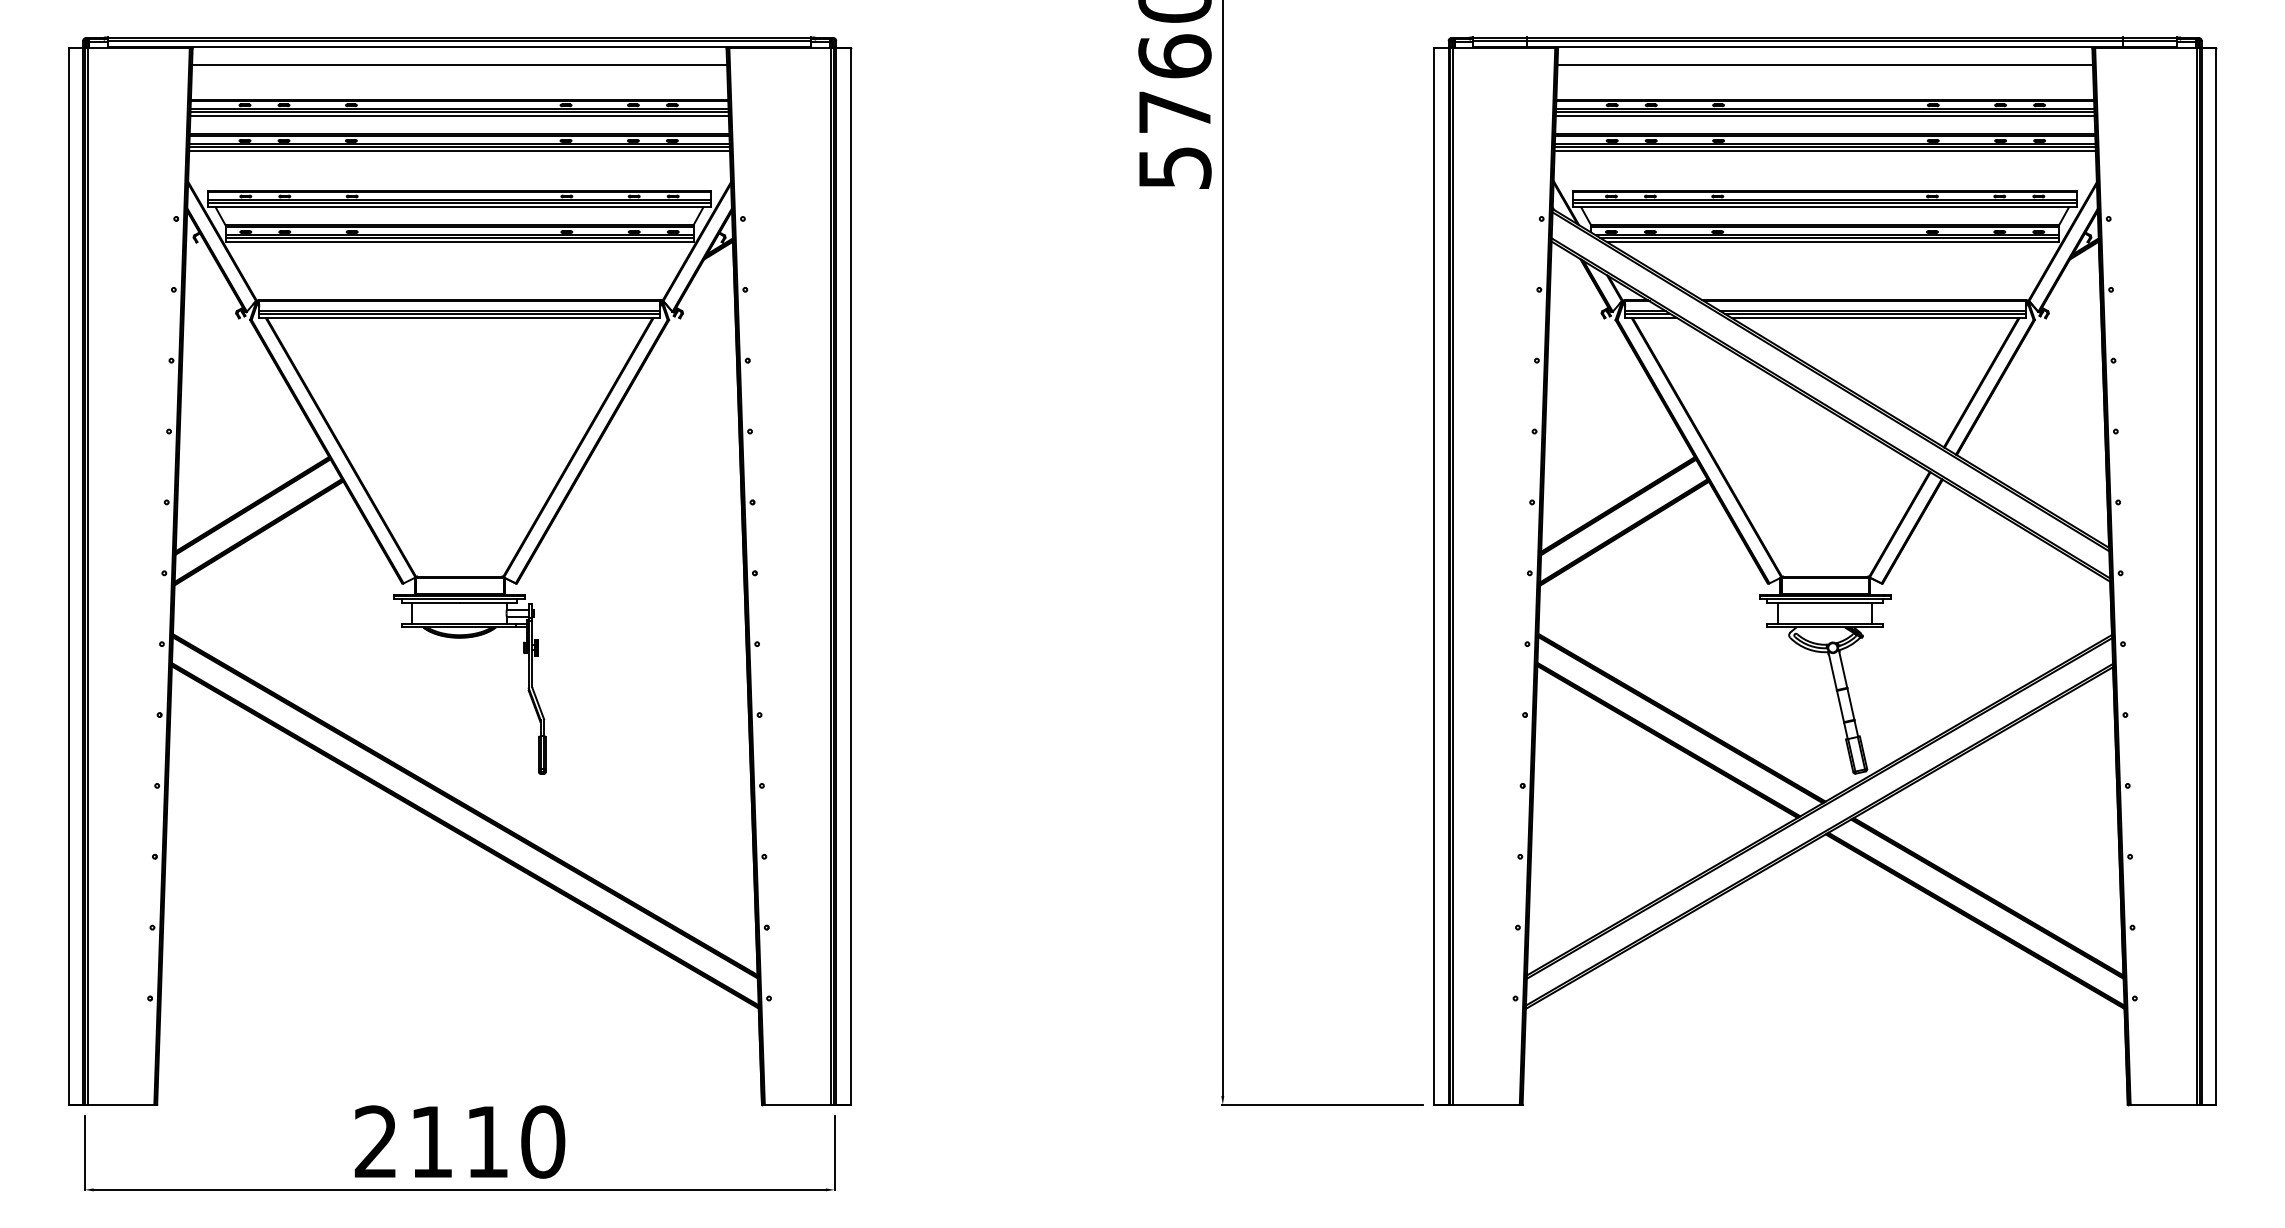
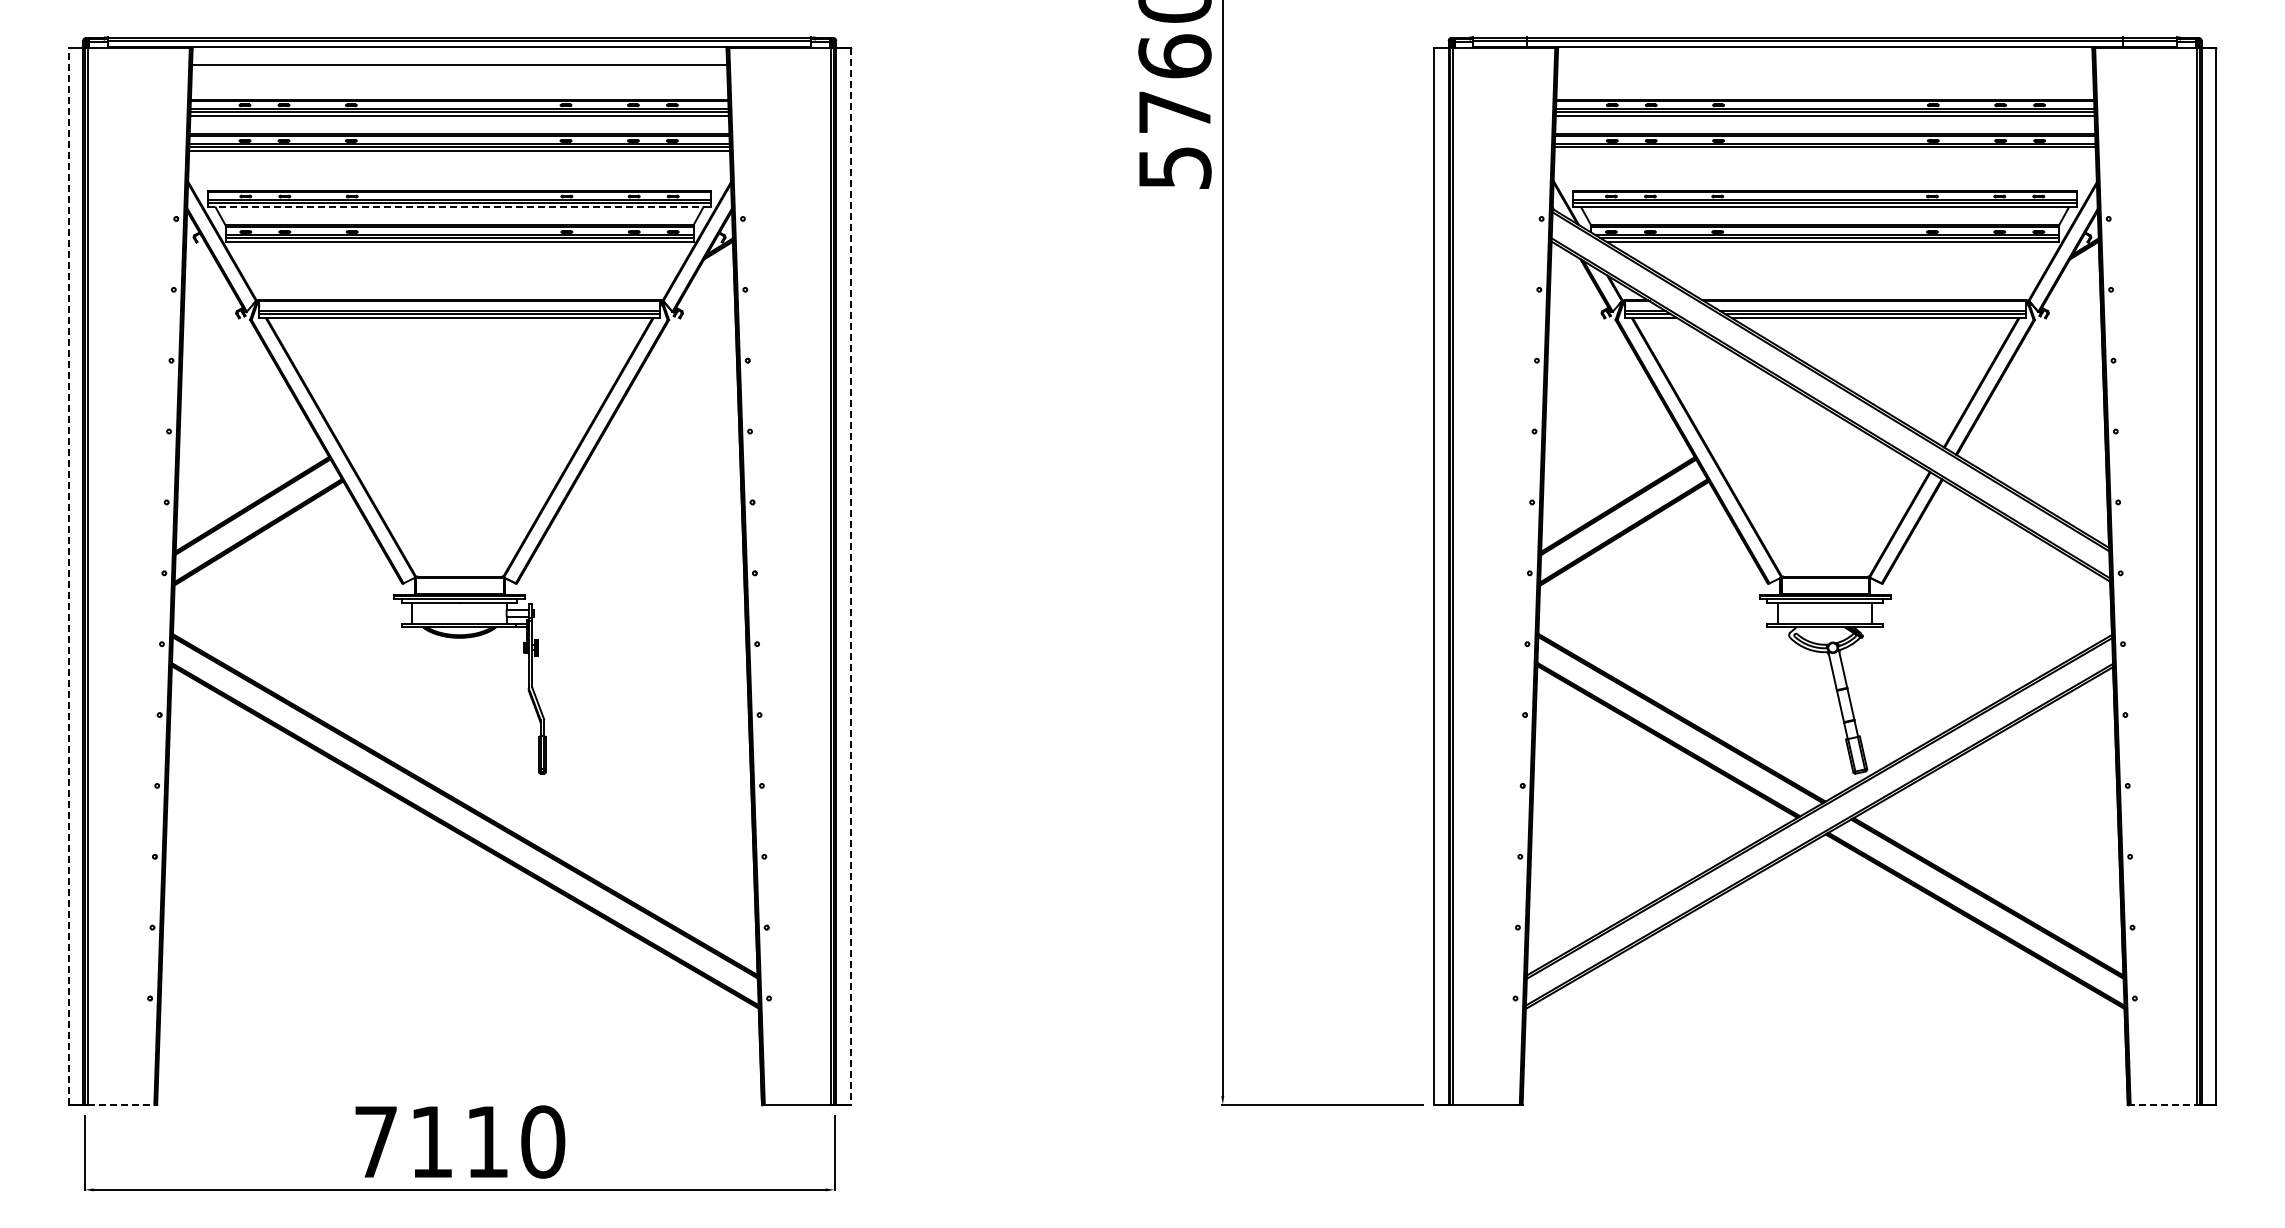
line at (1824, 65): present -> none
line at (1824, 151): present -> none
line at (459, 207): solid -> dashed
line at (68, 576): solid -> dashed
line at (850, 577): solid -> dashed
line at (122, 1104): solid -> dashed
line at (2162, 1104): solid -> dashed
text at (375, 1141): 2110 -> 7110
